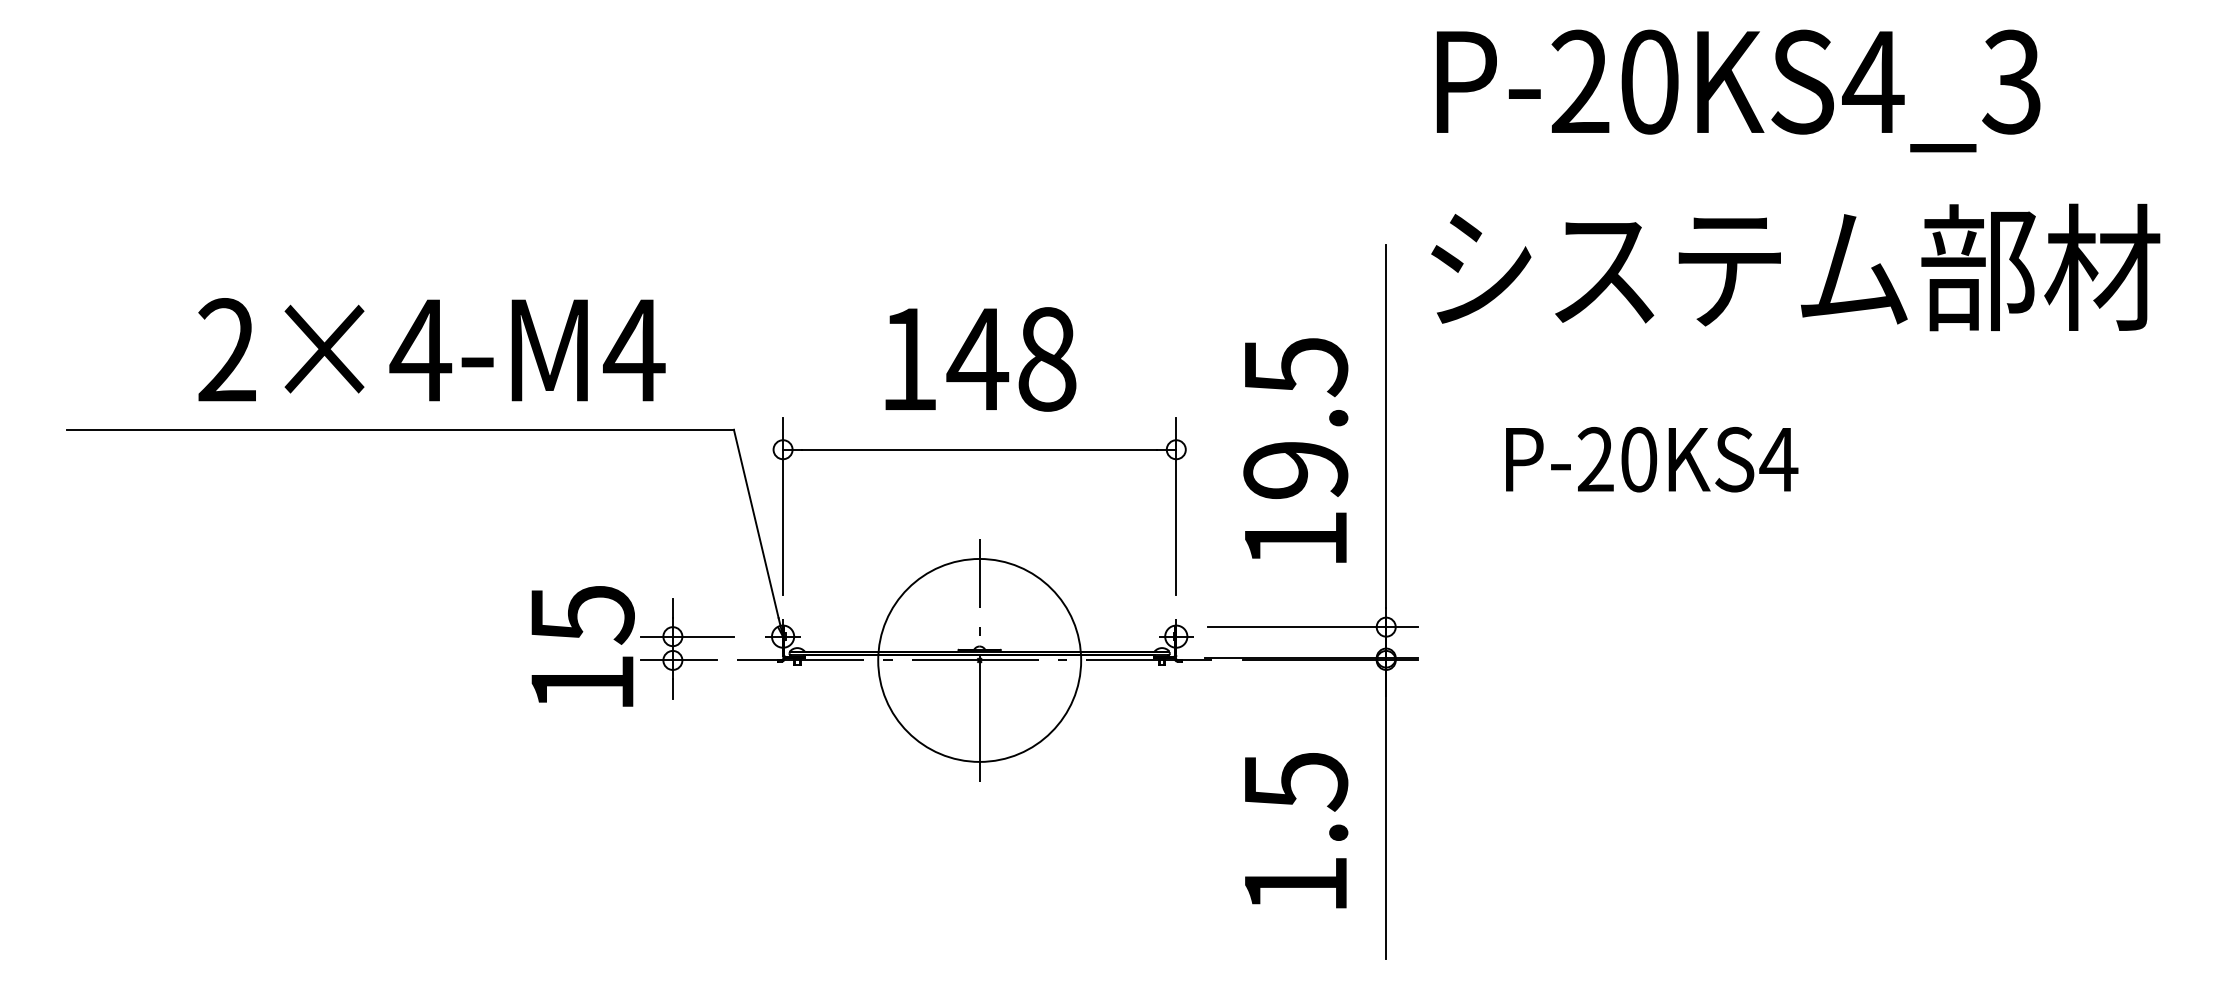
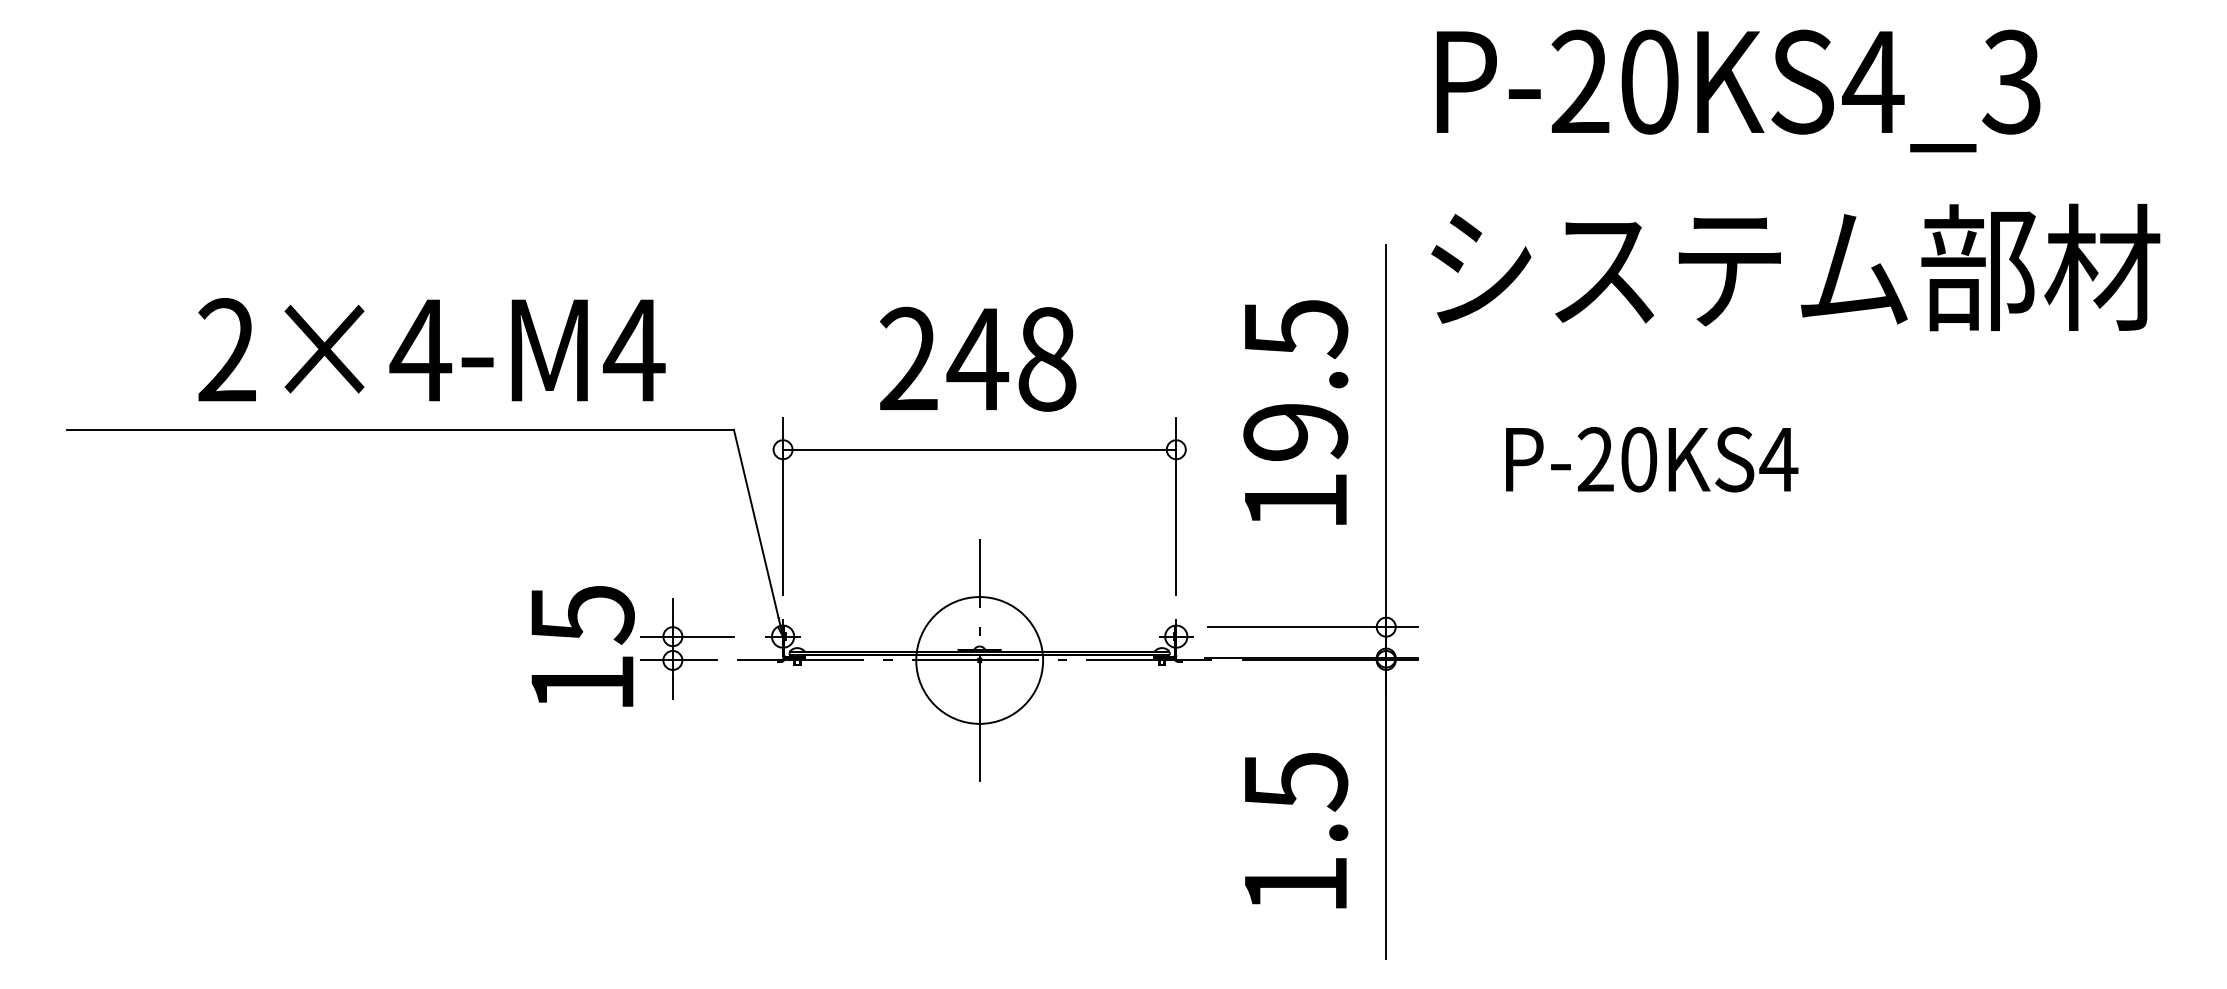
text at (908, 357): 148 -> 248
text at (1295, 450) position: (1295, 450) -> (1295, 412)
circle at (979, 659) diameter: 203 px -> 127 px
